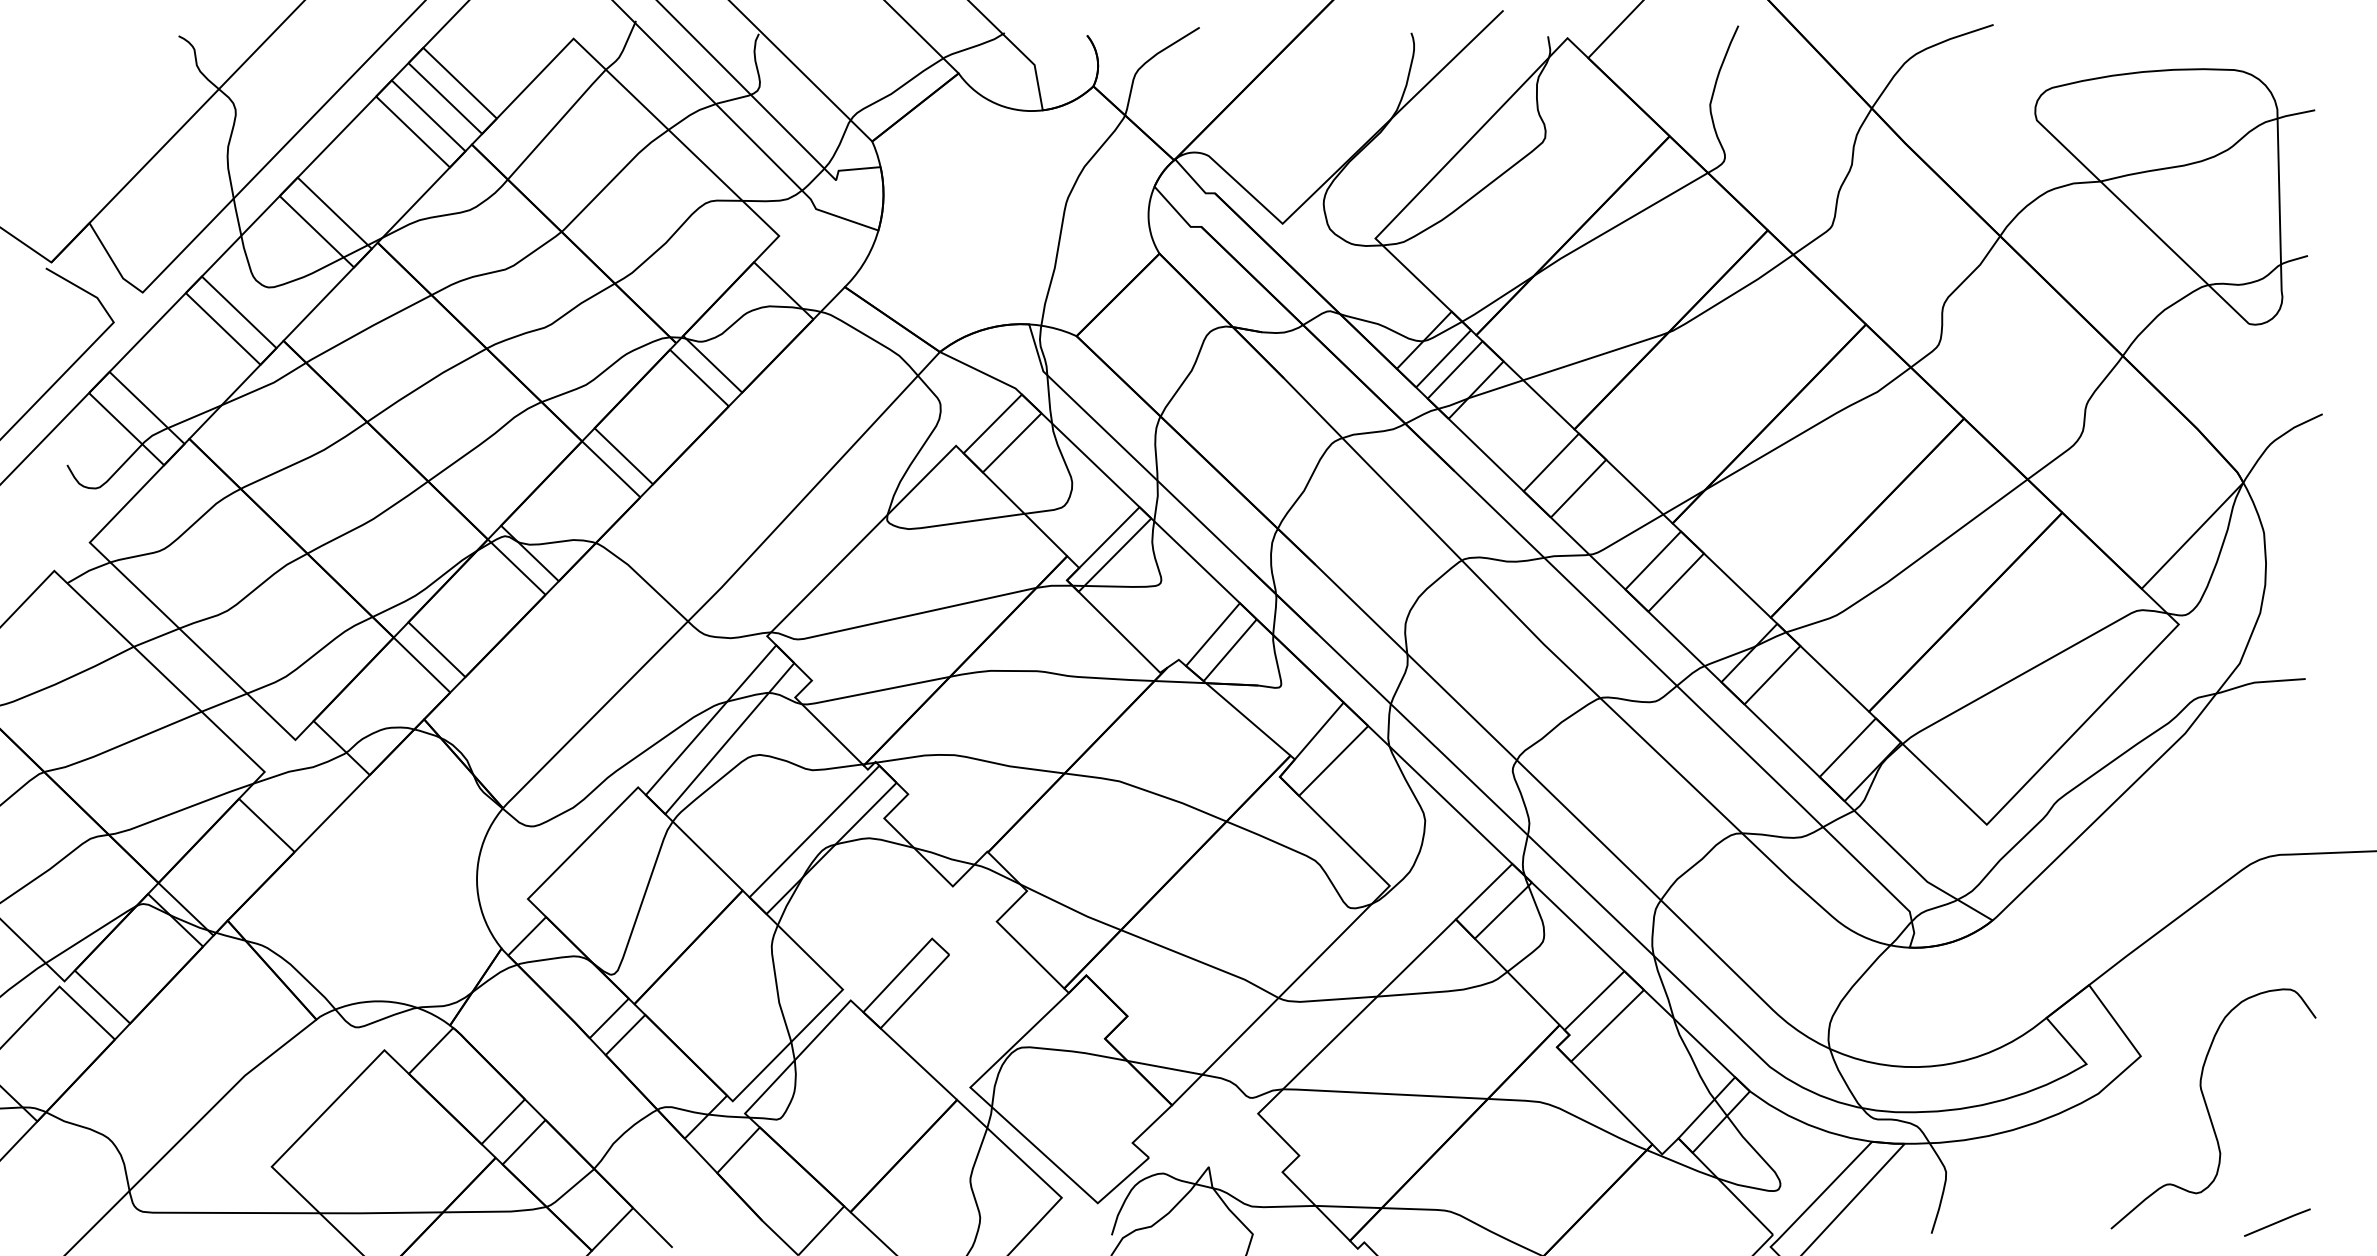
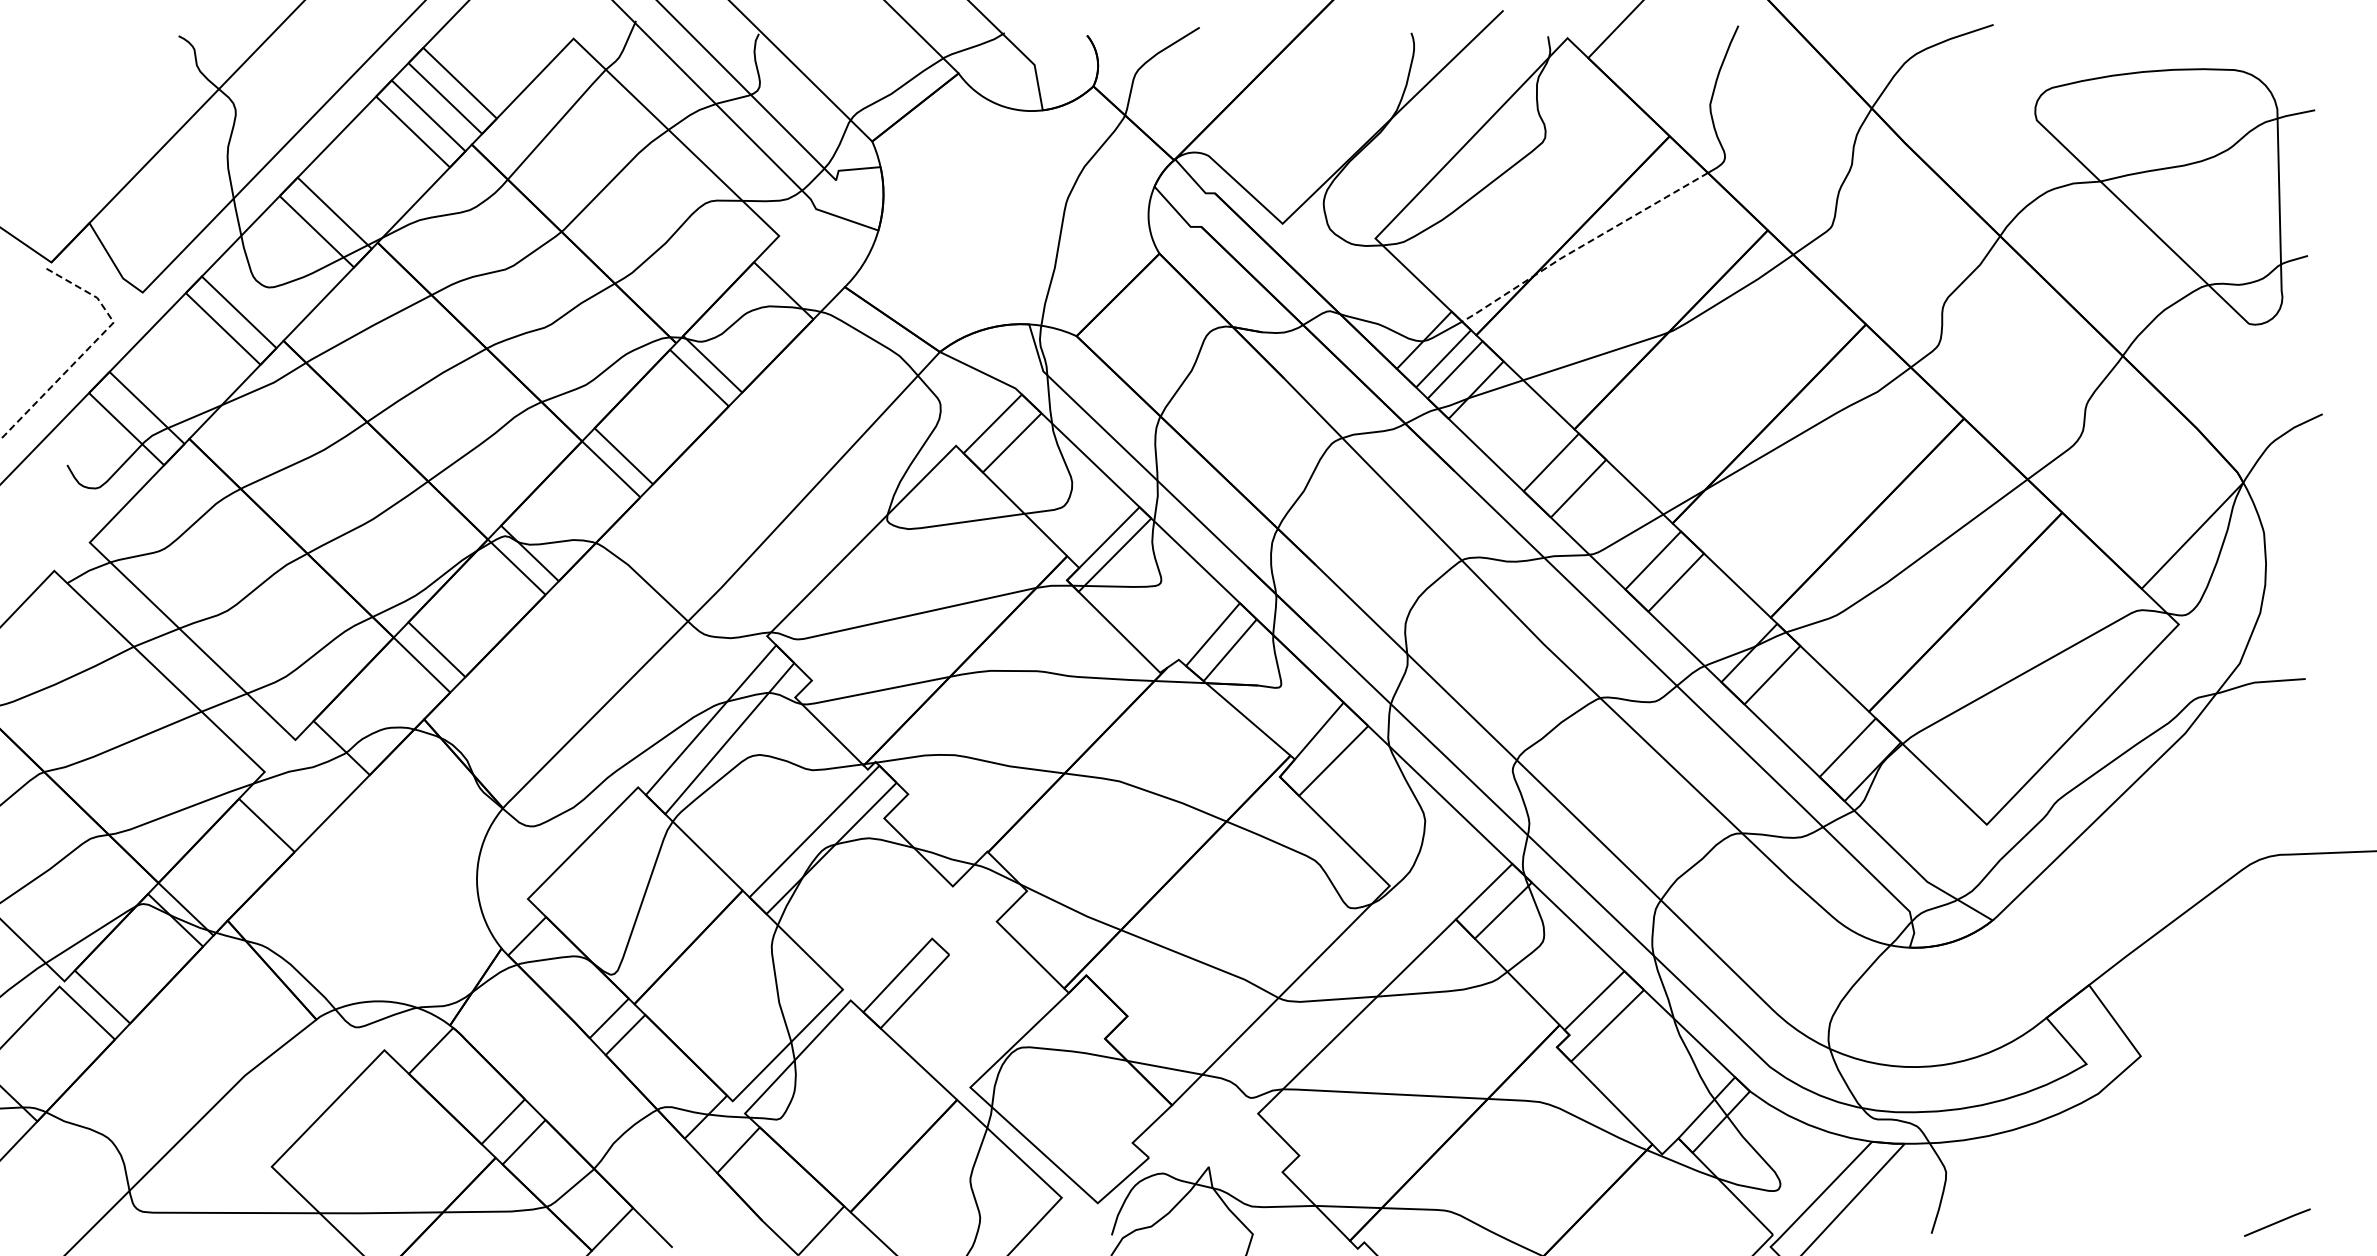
line at (1582, 246): solid -> dashed
line at (89, 347): solid -> dashed
curve at (2208, 1108): present -> none
